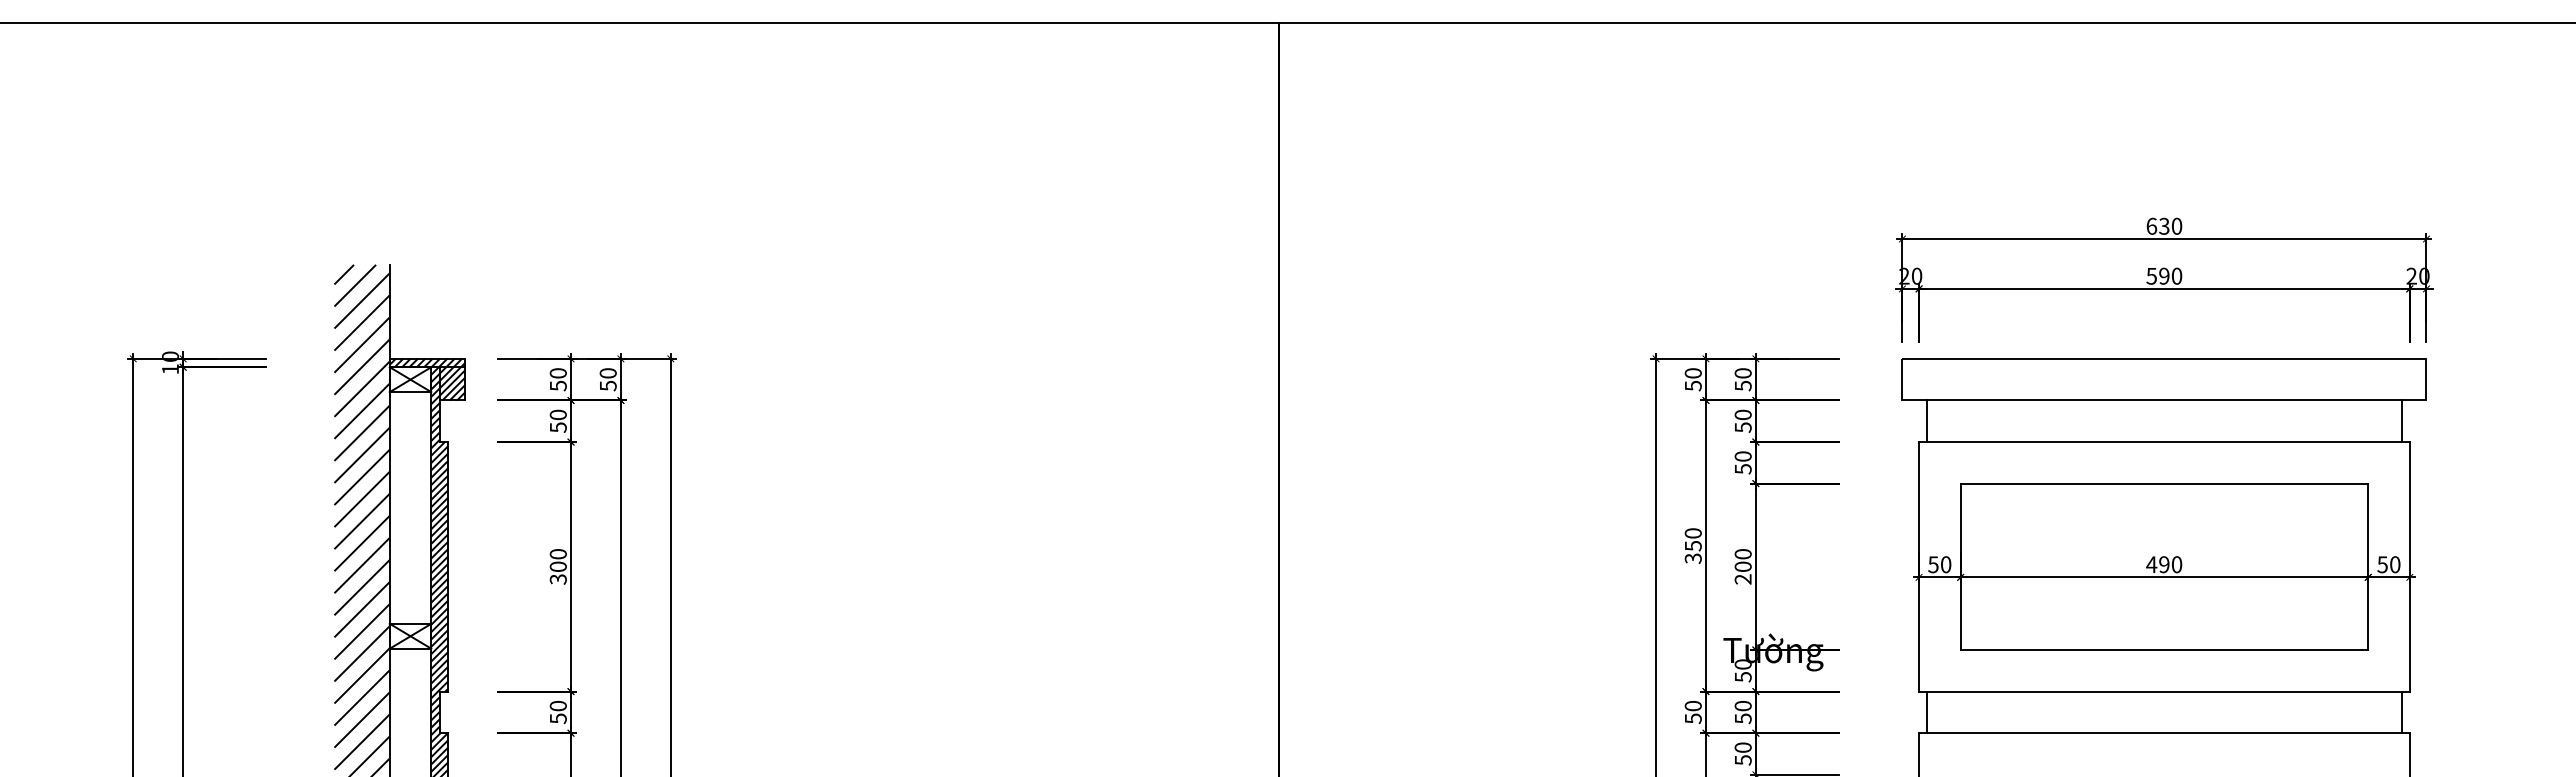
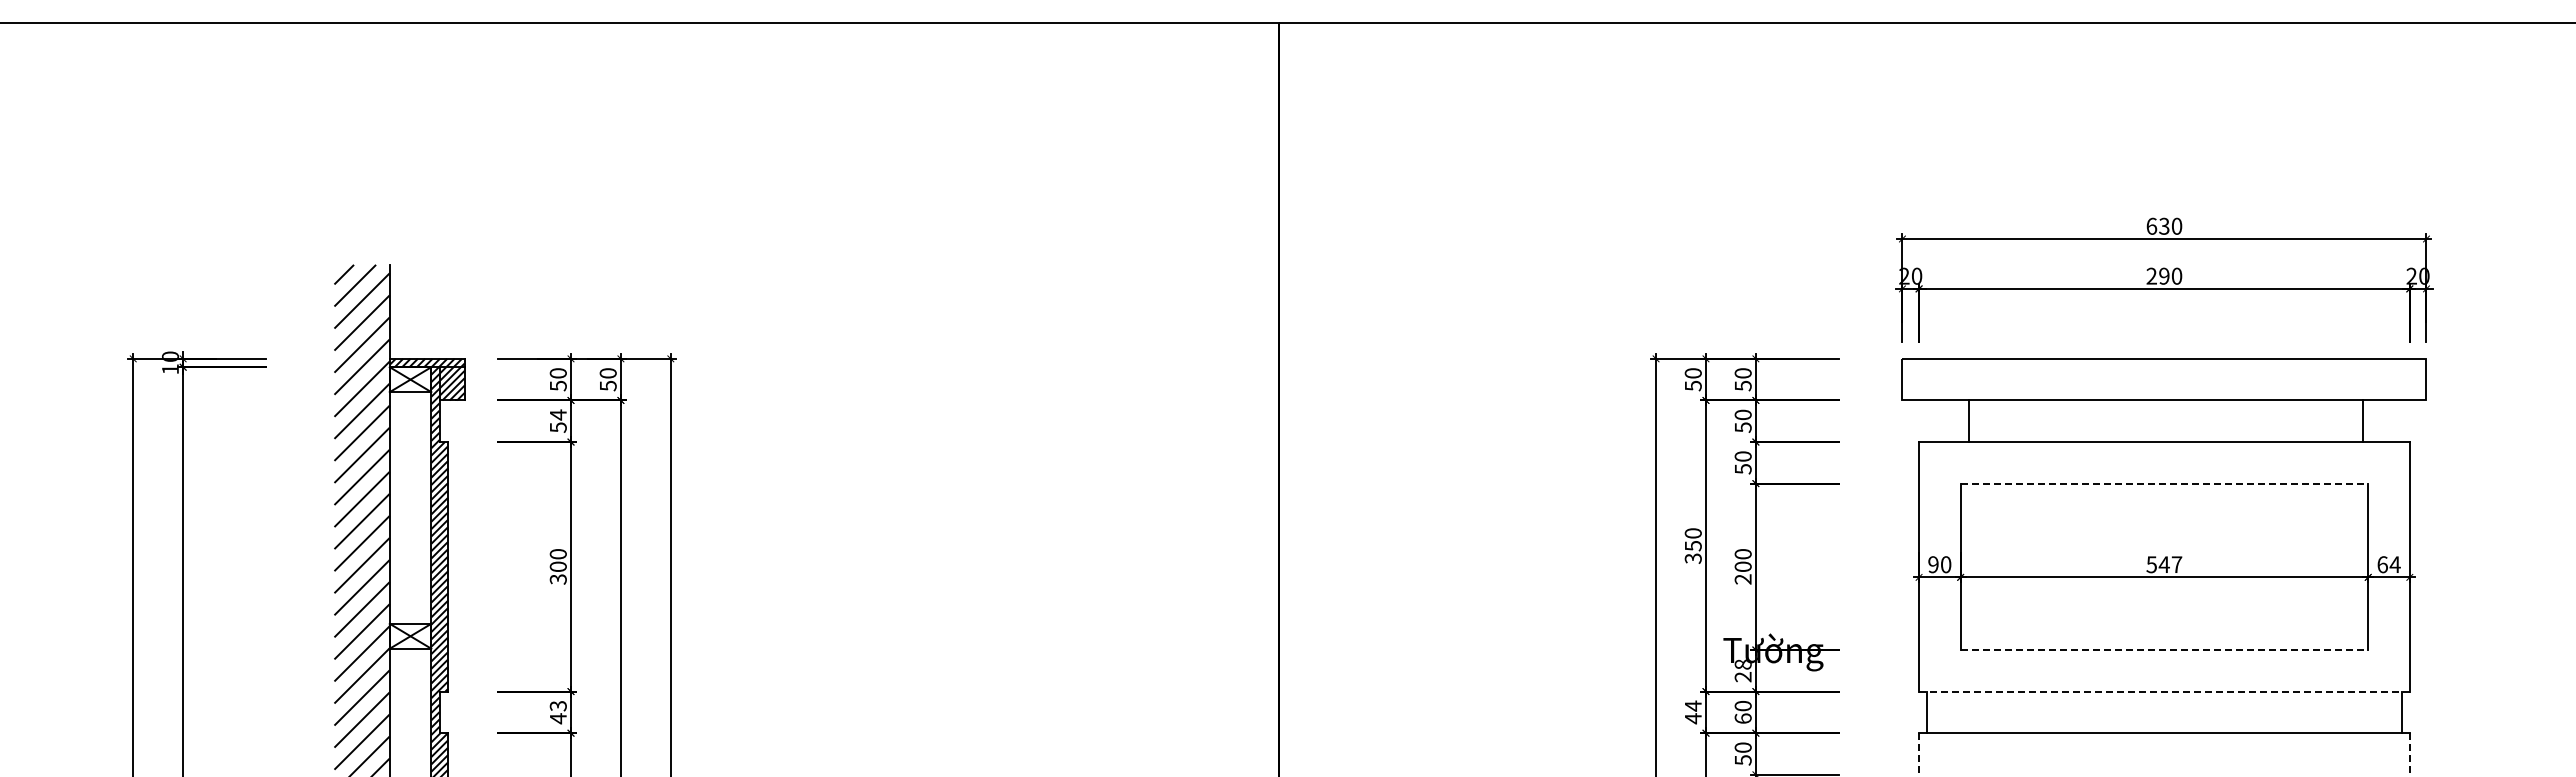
text at (2151, 275): 590 -> 290
text at (557, 414): 50 -> 54
line at (1927, 421) position: (1927, 421) -> (1969, 421)
line at (2401, 421) position: (2401, 421) -> (2362, 421)
line at (2164, 483): solid -> dashed
text at (1933, 564): 50 -> 90
text at (2164, 564): 490 -> 547
text at (2388, 564): 50 -> 64
line at (2164, 650): solid -> dashed
text at (1742, 670): 50 -> 28
line at (2164, 691): solid -> dashed
text at (557, 712): 50 -> 43
text at (1692, 712): 50 -> 44
text at (1742, 718): 50 -> 60
line at (1919, 755): solid -> dashed
line at (2409, 755): solid -> dashed
